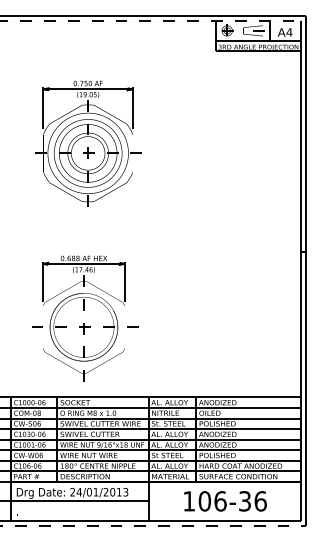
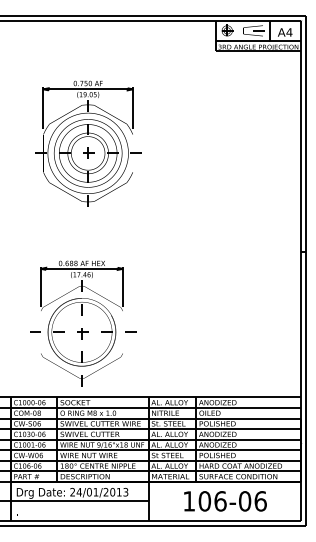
line at (151, 21): dashed -> solid
part at (85, 318) position: (85, 318) -> (83, 323)
text at (245, 501): 106-36 -> 106-06
line at (153, 525): dashed -> solid
